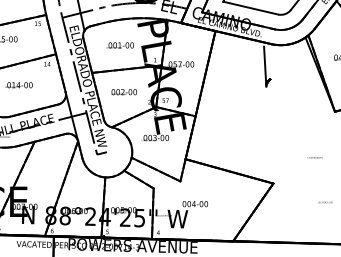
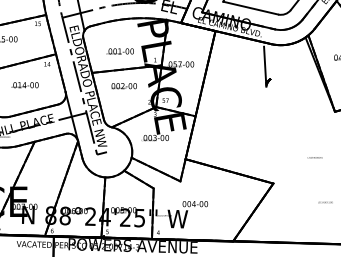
text at (119, 45) position: (119, 45) -> (119, 51)
text at (18, 85) position: (18, 85) -> (24, 85)
text at (123, 92) position: (123, 92) -> (123, 86)
